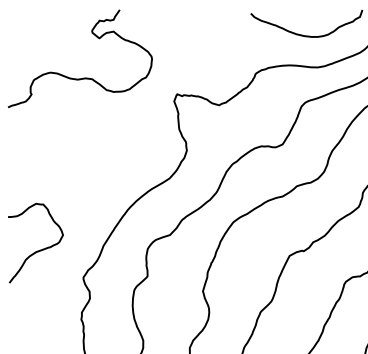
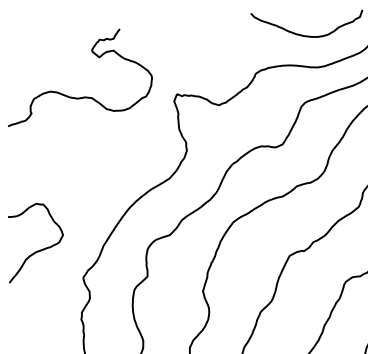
curve at (83, 77) position: (83, 77) -> (83, 96)
